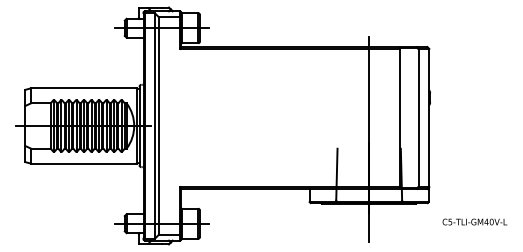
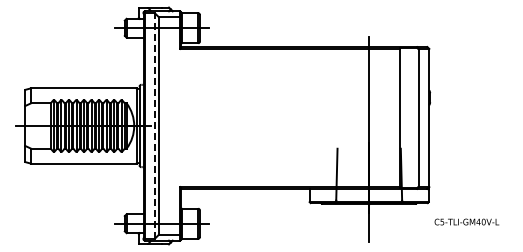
line at (154, 126): solid -> dashed
text at (474, 221) position: (474, 221) -> (466, 221)
